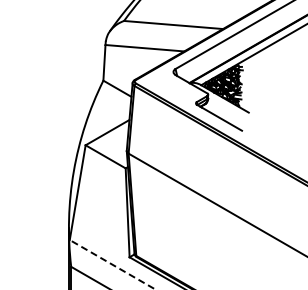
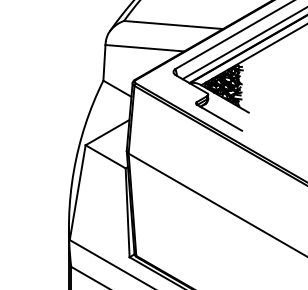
line at (243, 43): none -> present
line at (112, 264): dashed -> solid
